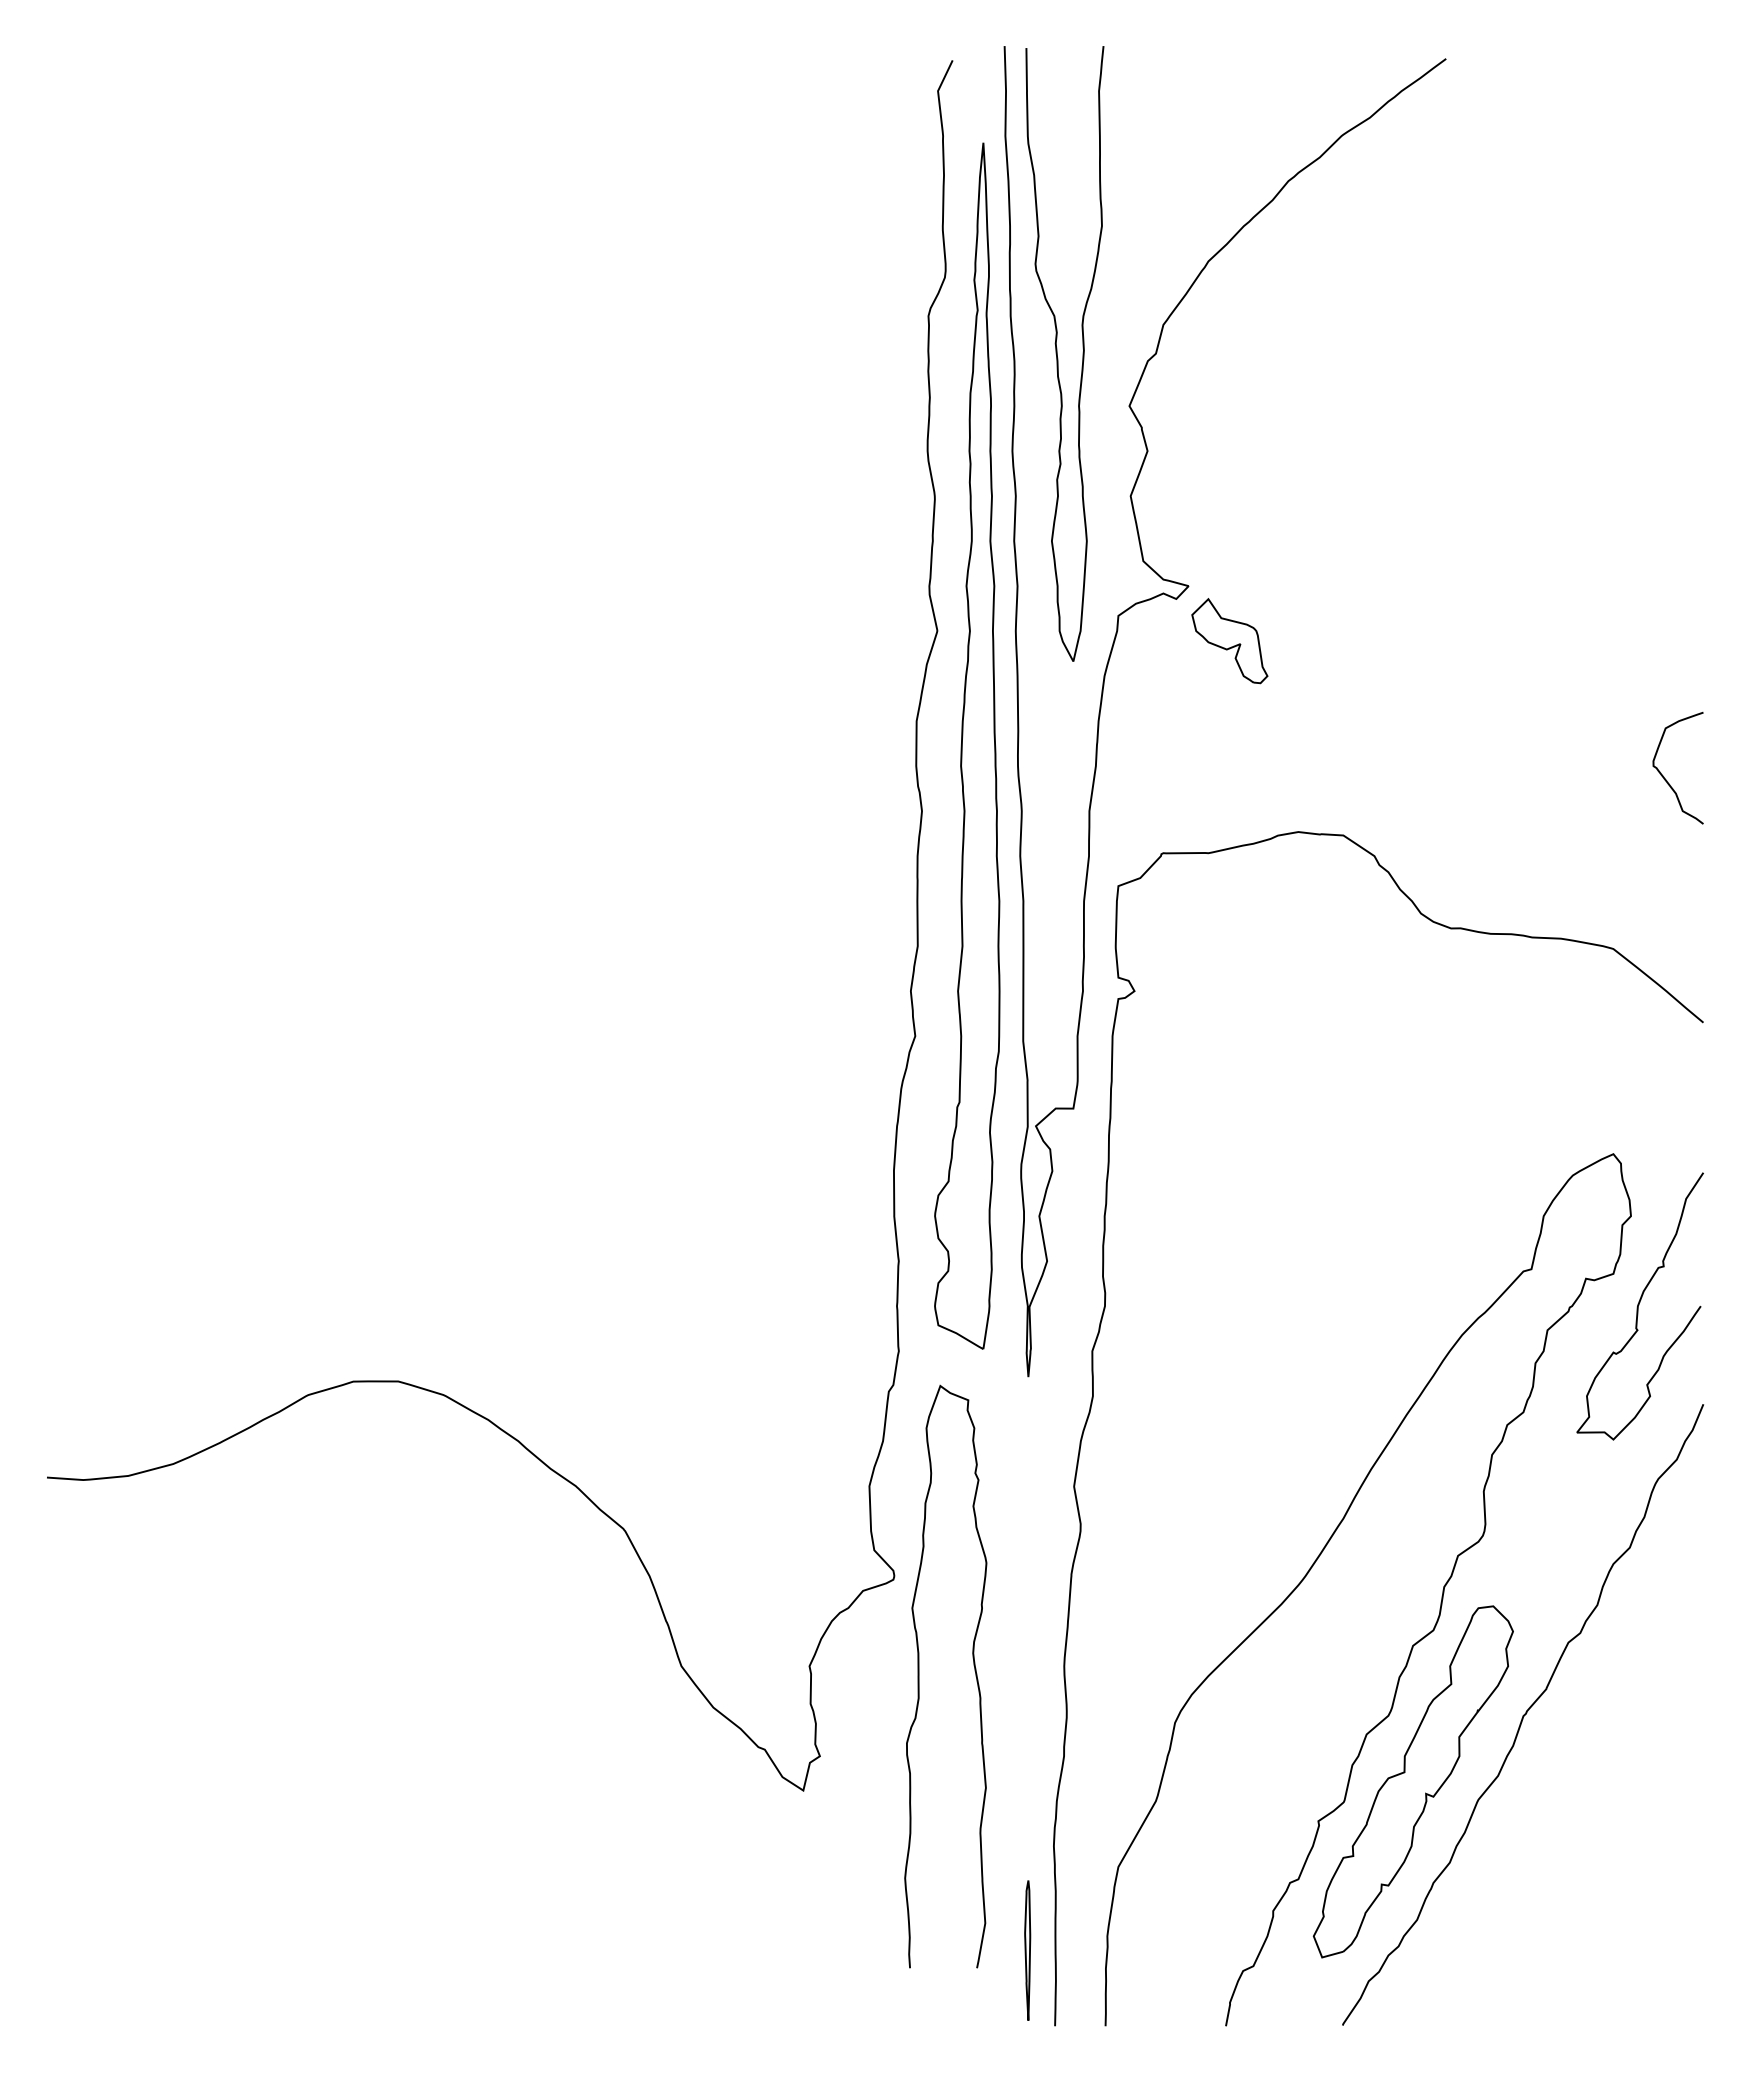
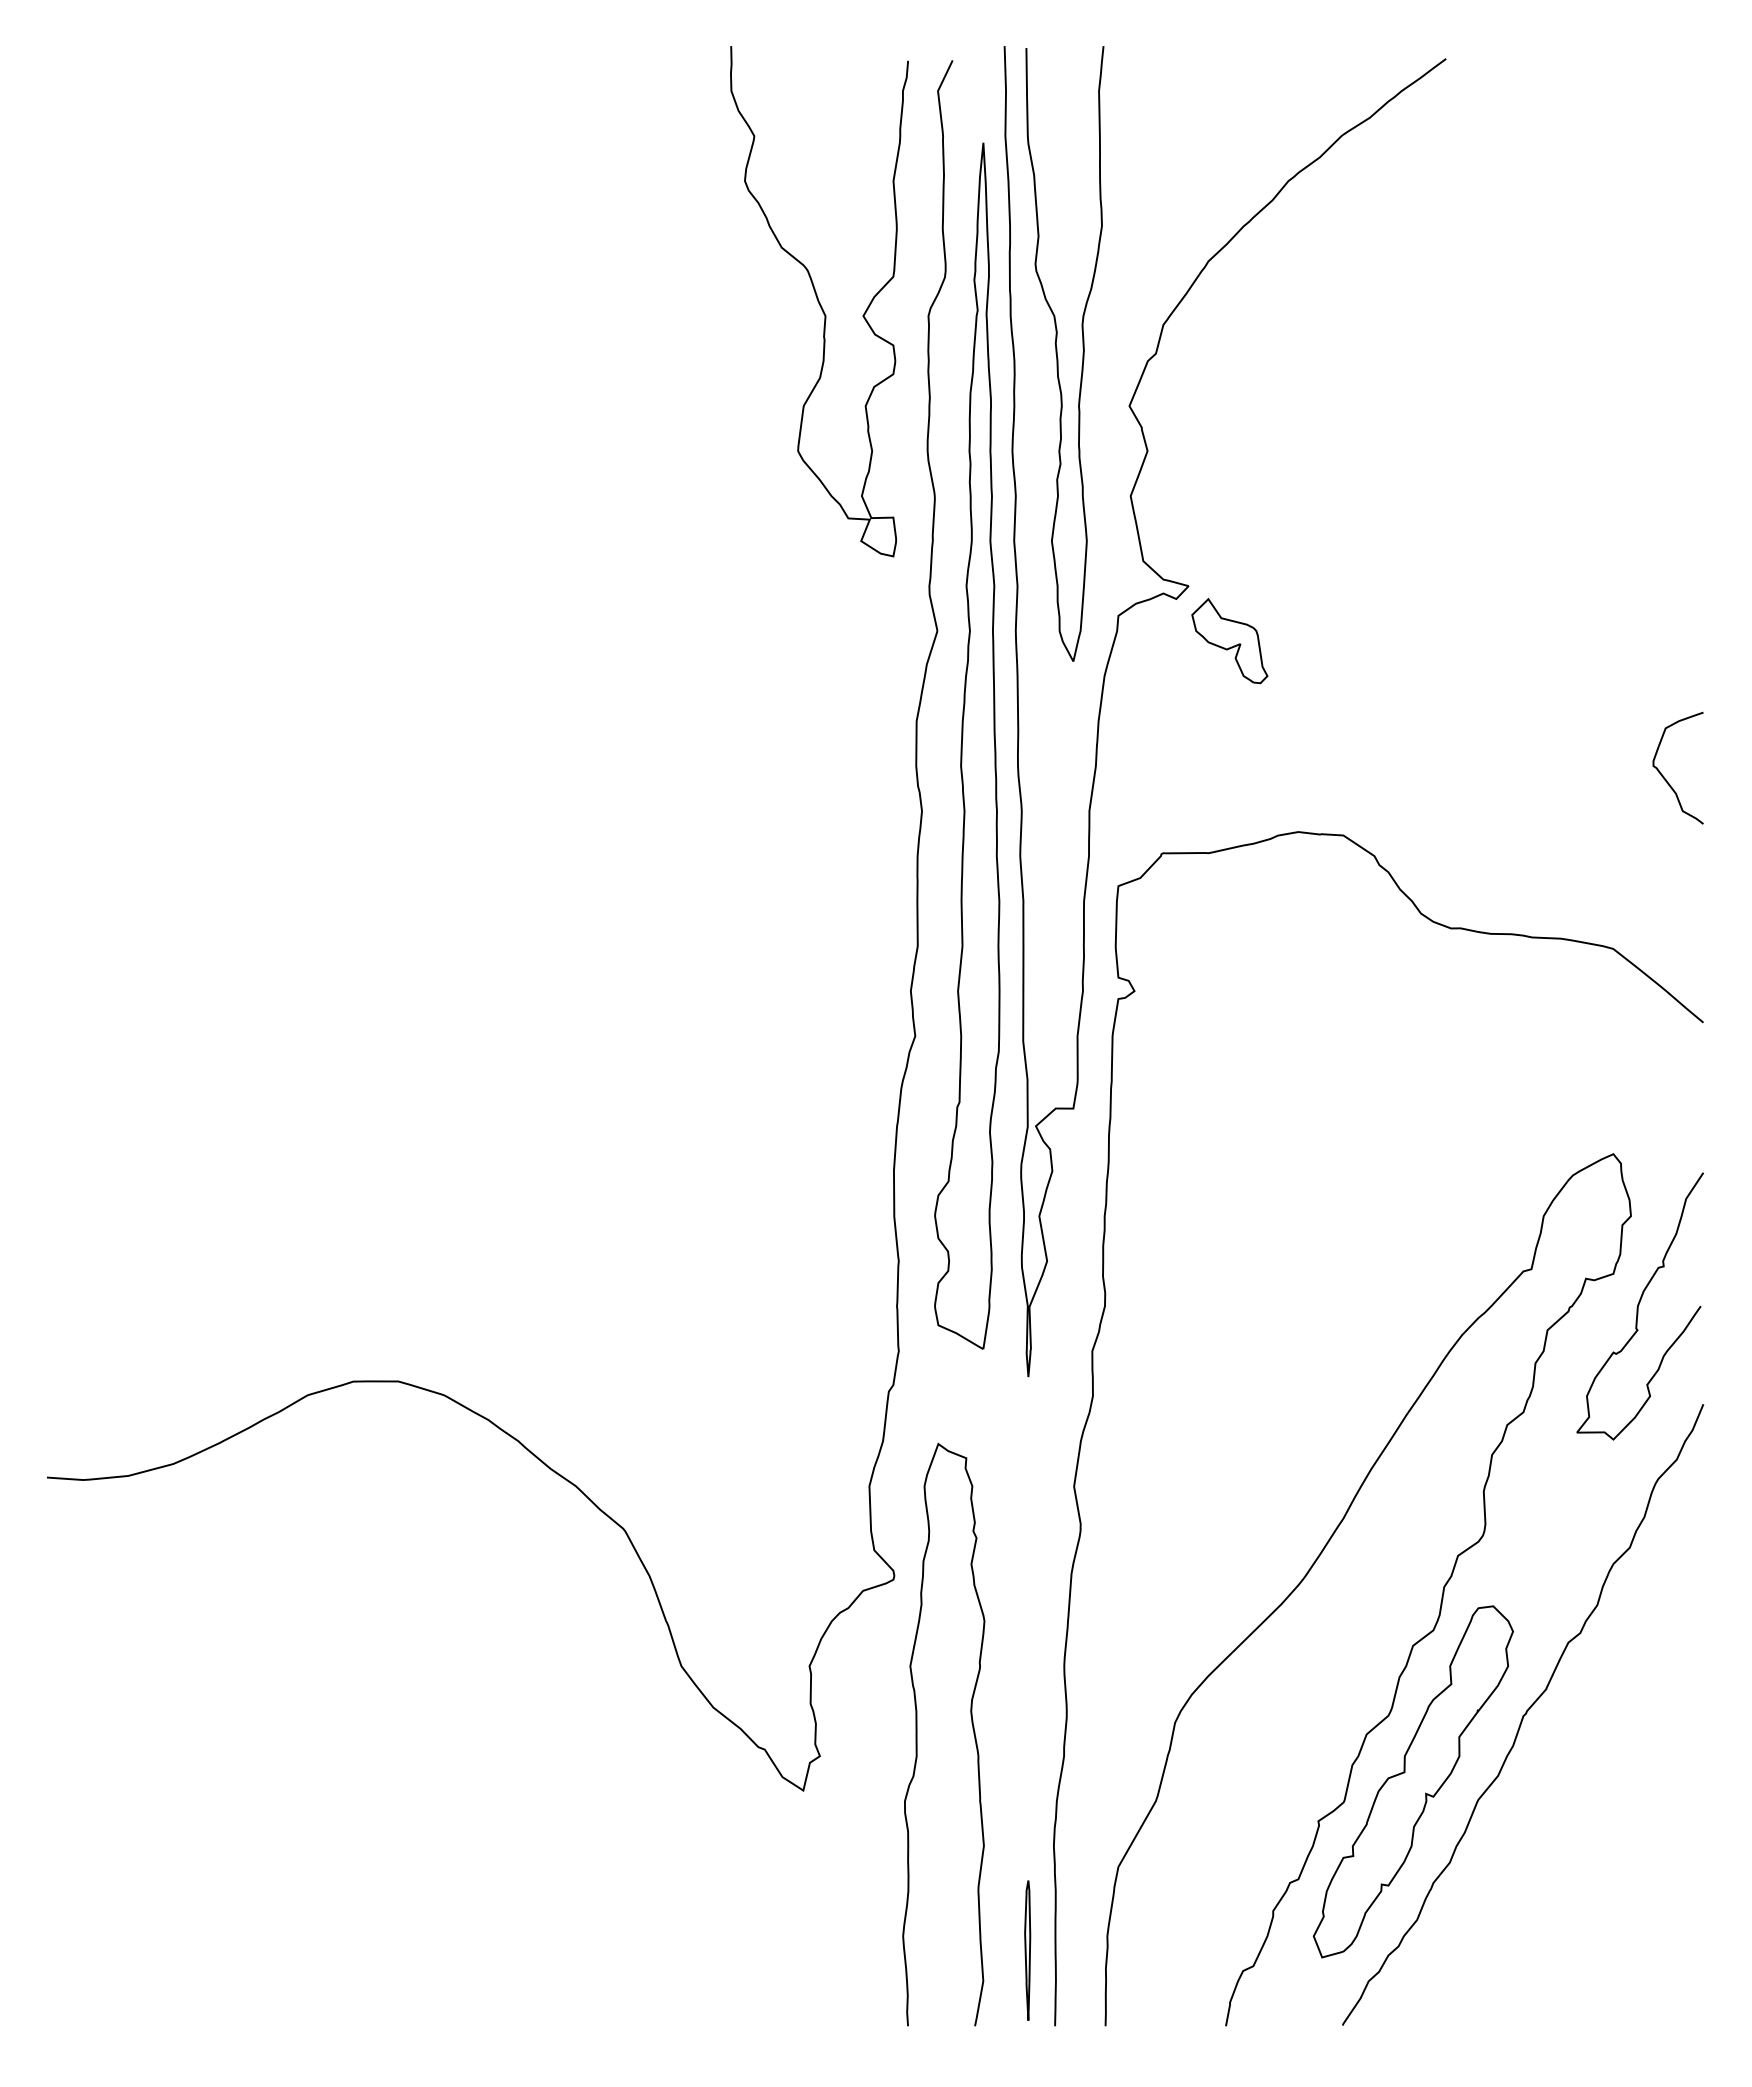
curve at (819, 301): none -> present
curve at (919, 1676) position: (919, 1676) -> (917, 1734)
